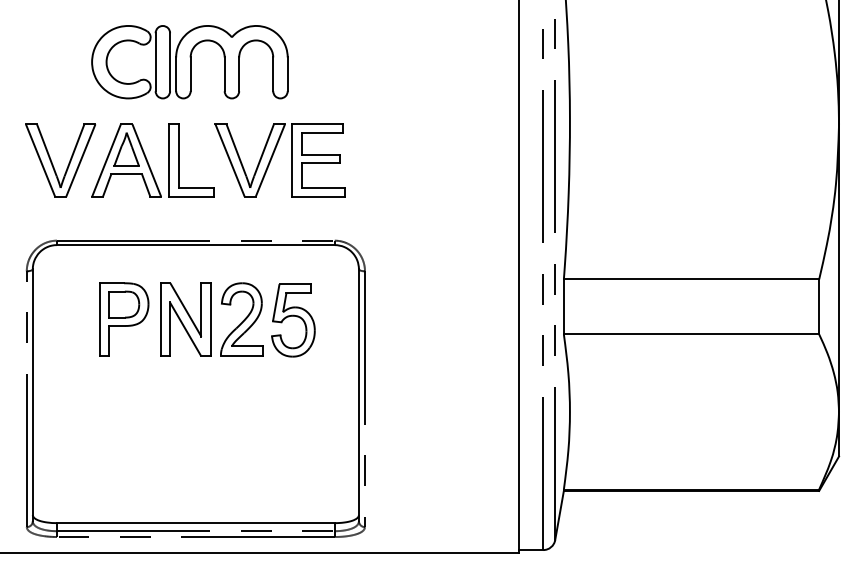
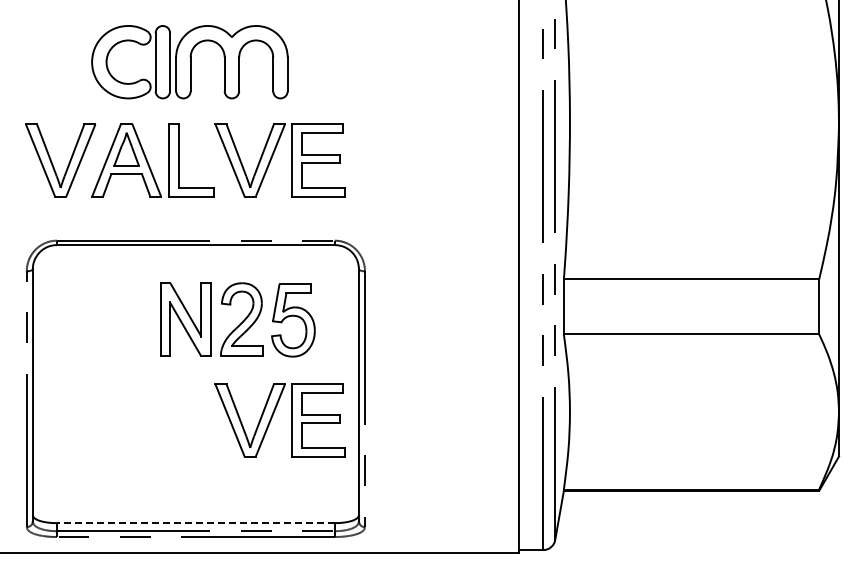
part at (124, 319): present -> none
part at (272, 418): none -> present
line at (195, 523): solid -> dashed
